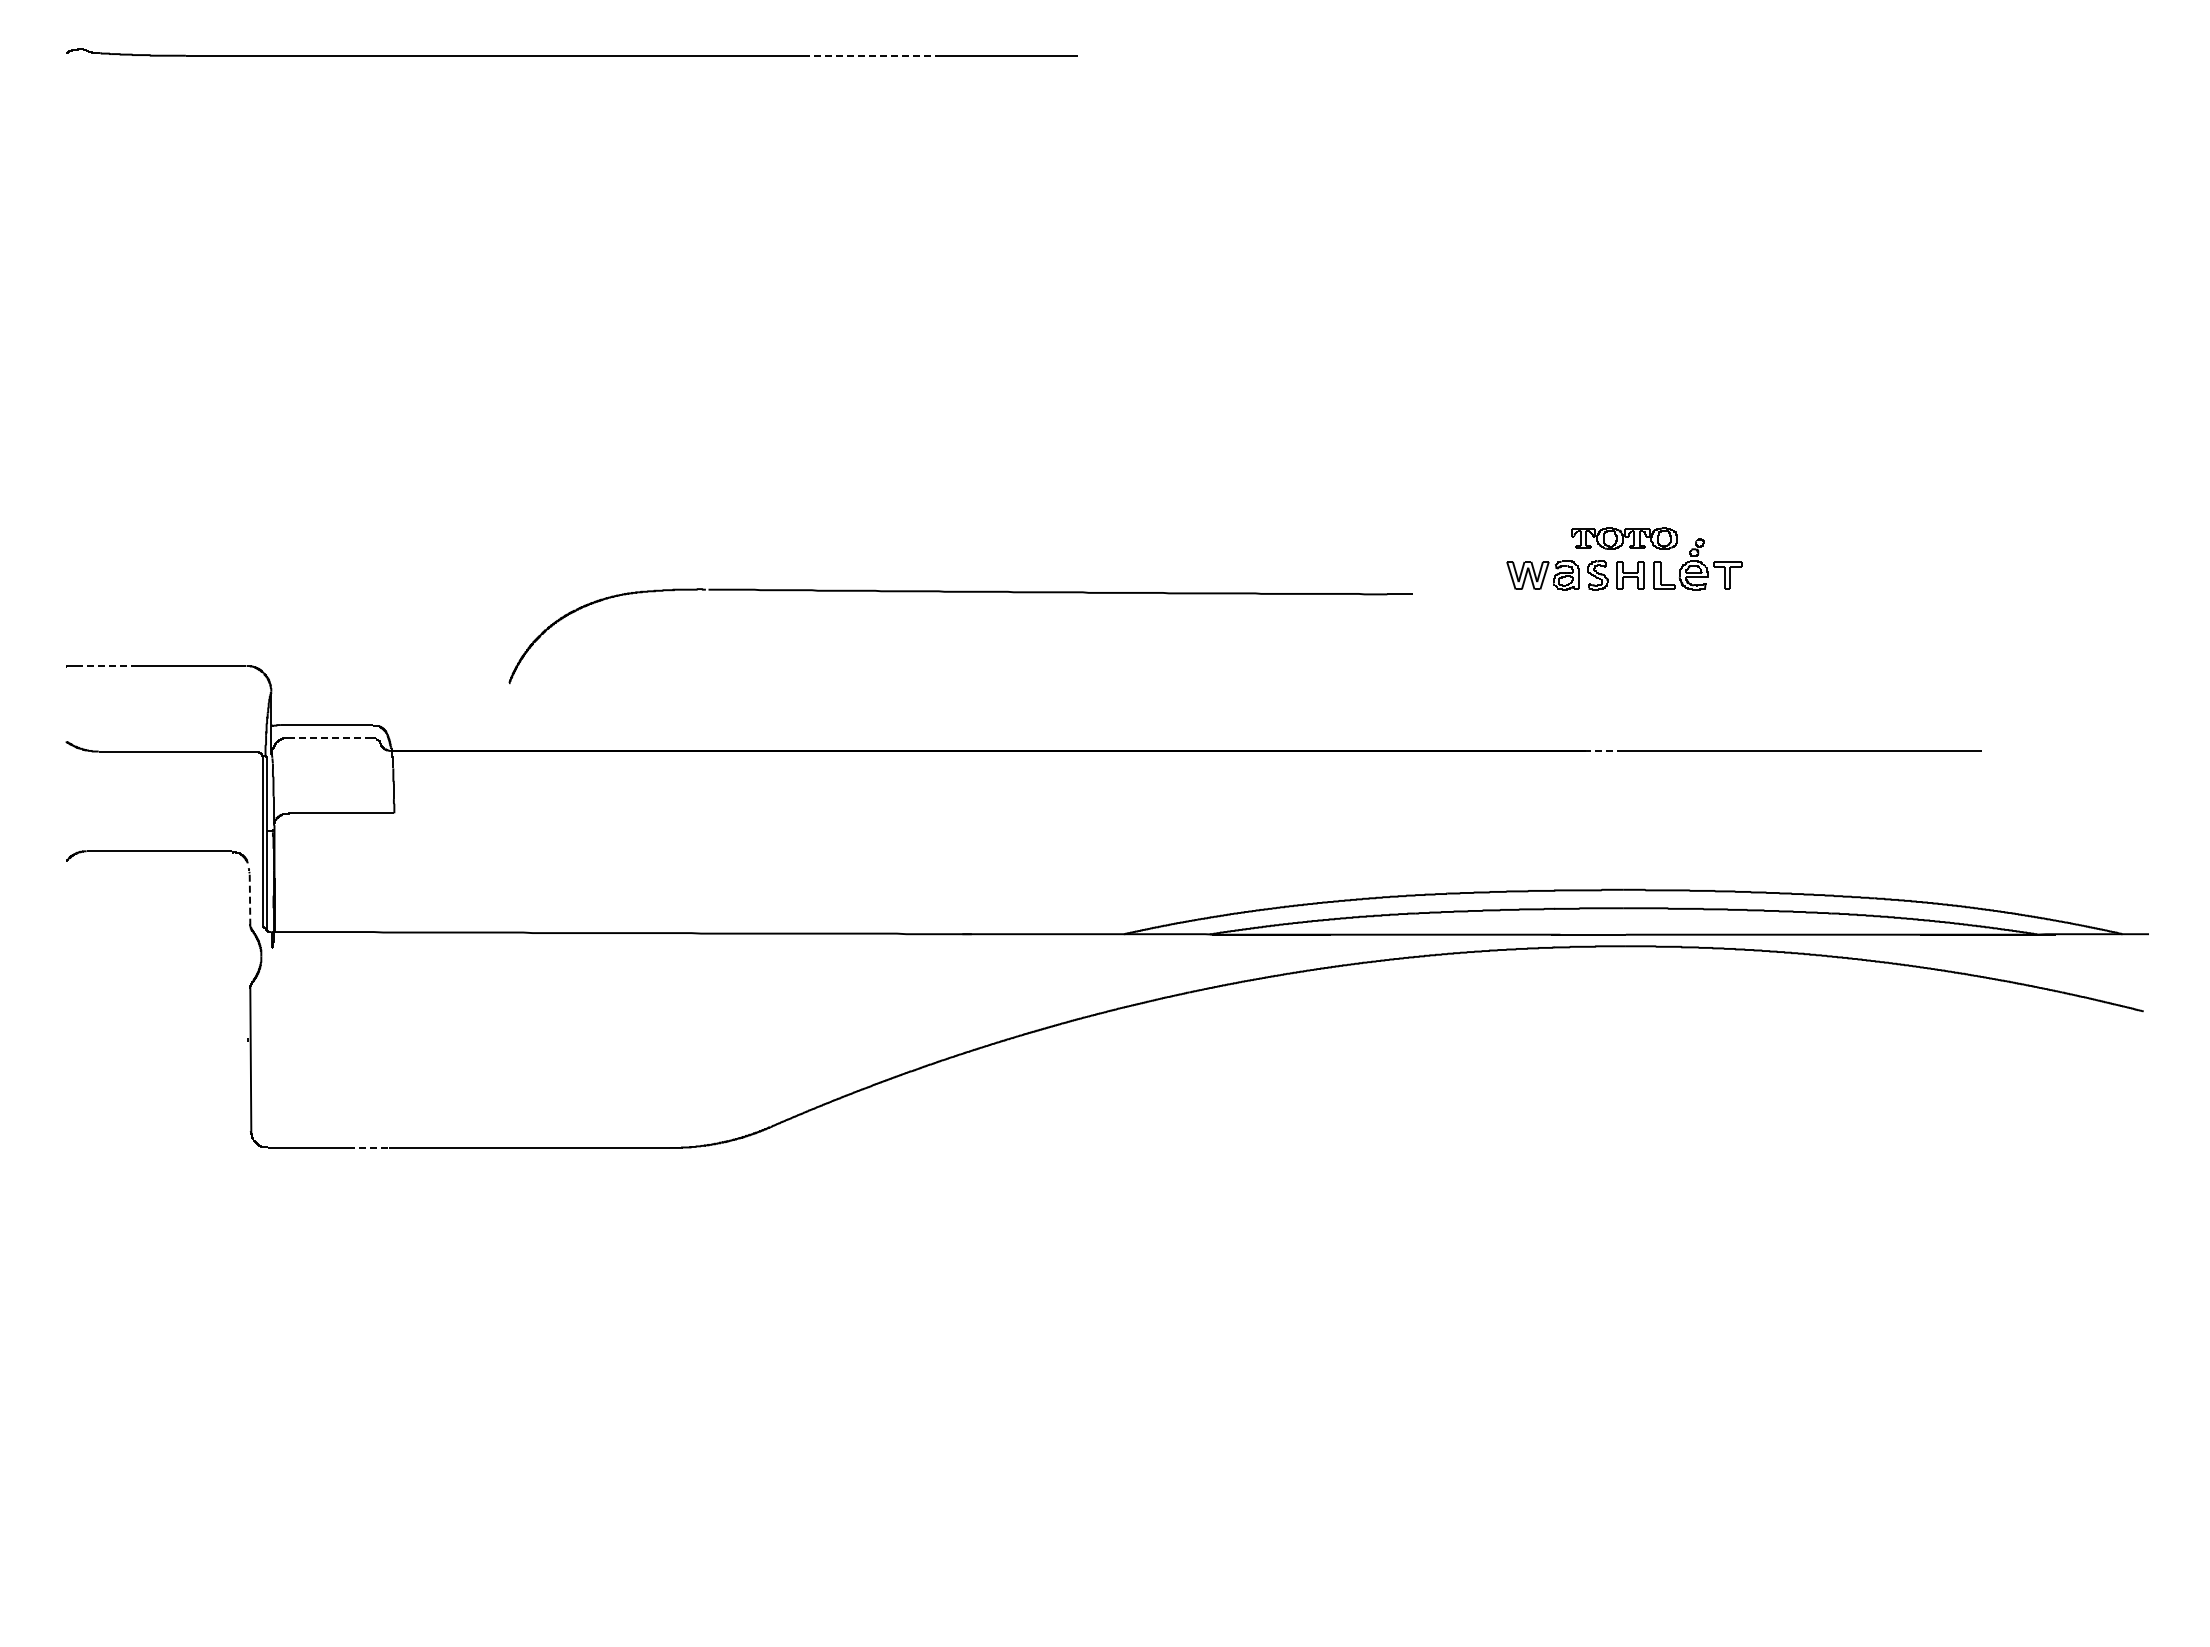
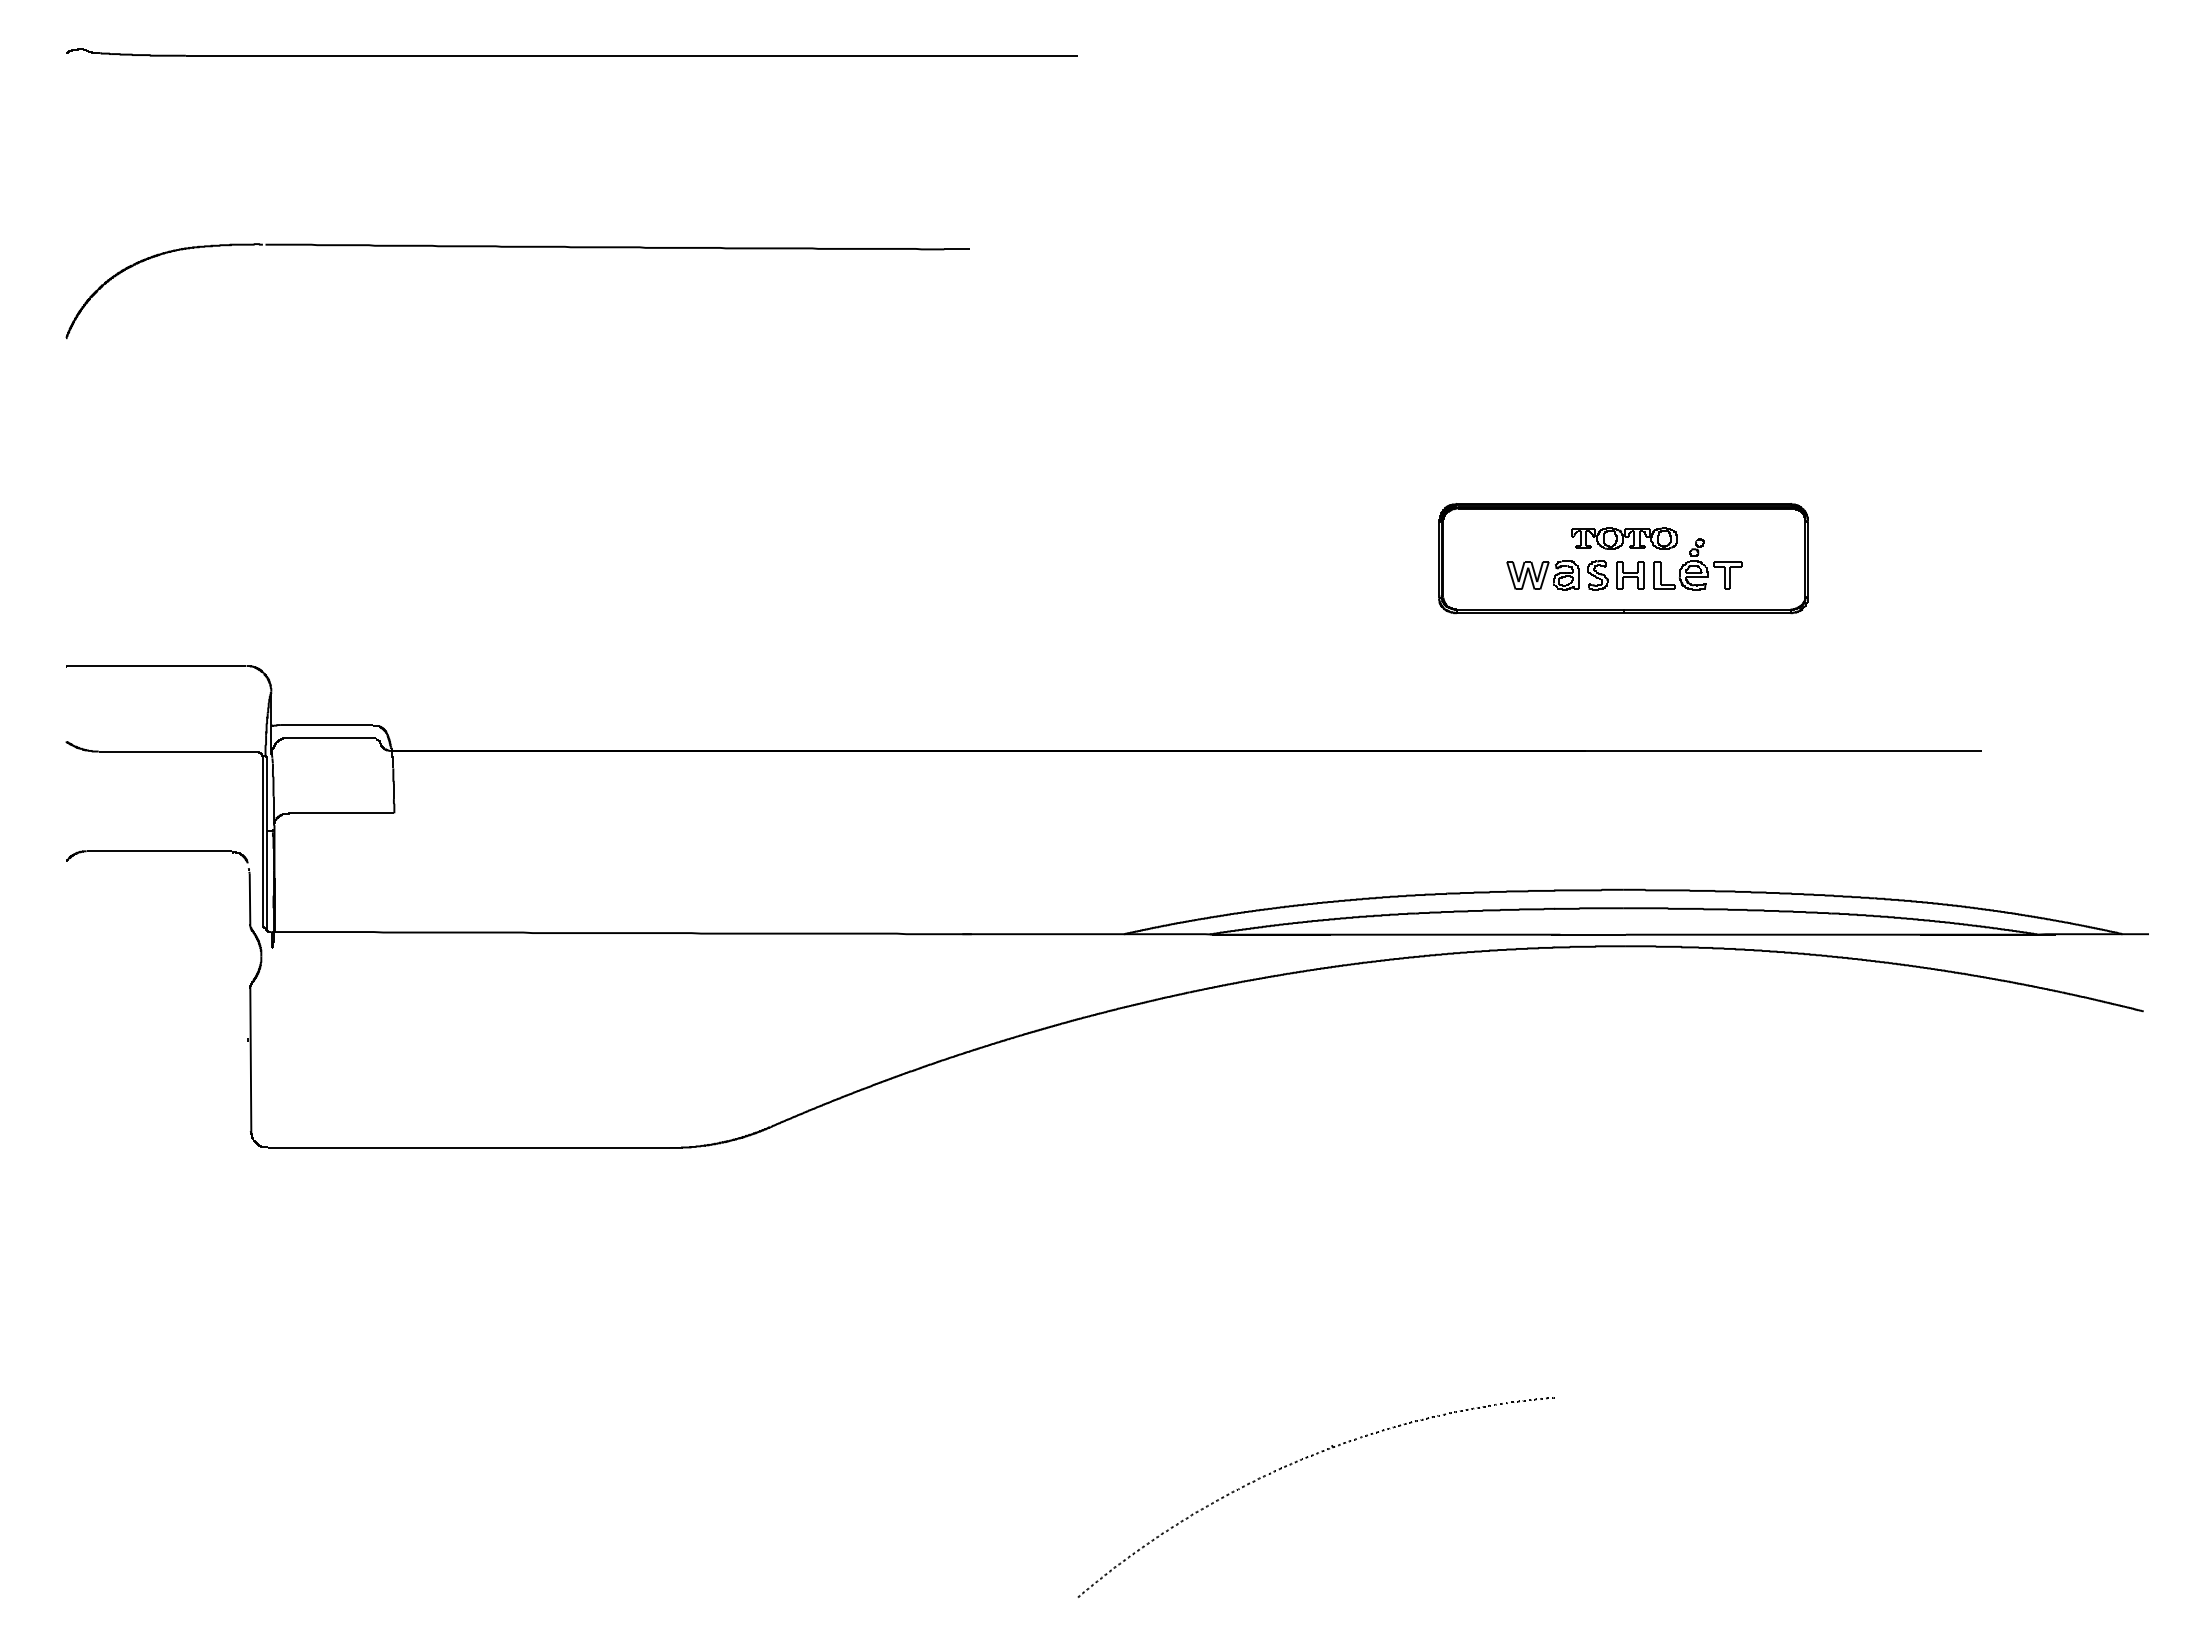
line at (872, 55): dashed -> solid
part at (1623, 558): none -> present
part at (960, 592) position: (960, 592) -> (517, 247)
line at (108, 666): dashed -> solid
line at (329, 737): dashed -> solid
line at (1605, 750): dashed -> solid
line at (250, 899): dashed -> solid
line at (368, 1147): dashed -> solid
part at (1297, 1462): none -> present
